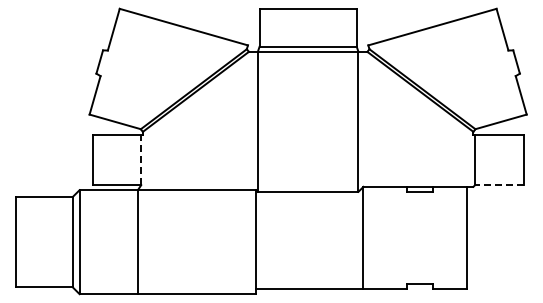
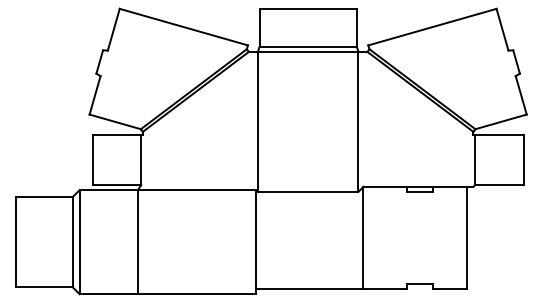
line at (141, 160): dashed -> solid
line at (498, 185): dashed -> solid
